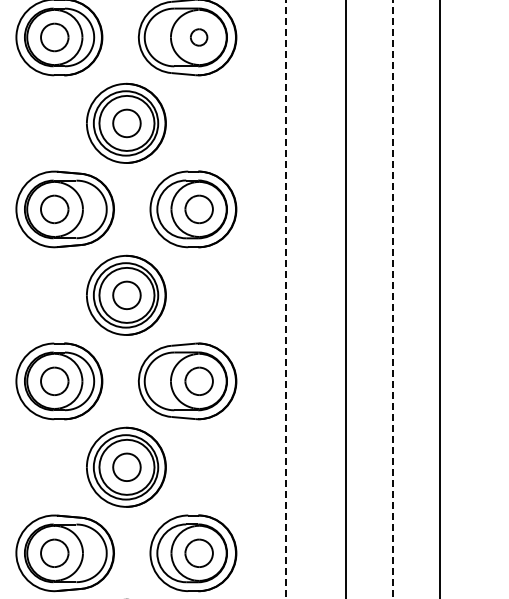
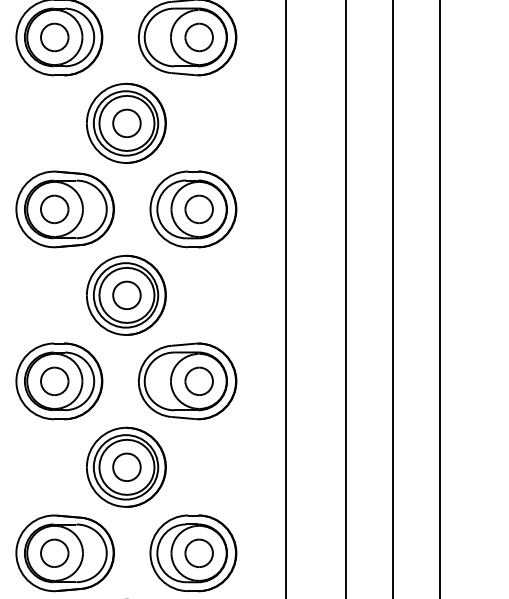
part at (199, 37) size: 19x19 px -> 30x31 px
line at (286, 299): dashed -> solid
line at (393, 299): dashed -> solid
